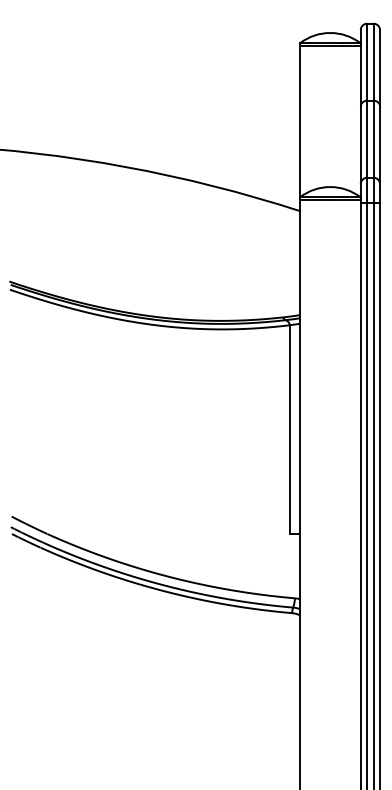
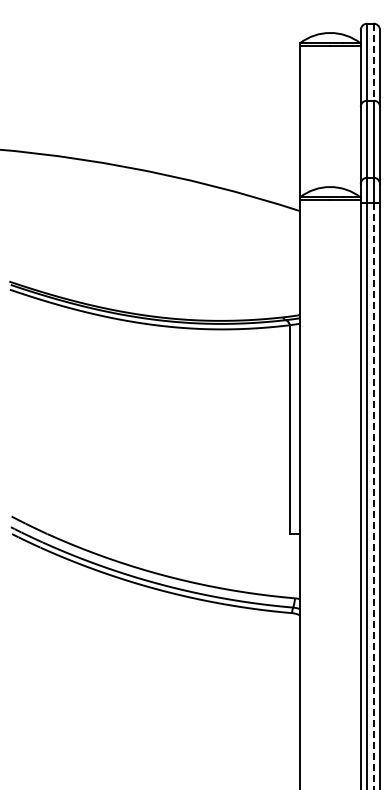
line at (373, 62): solid -> dashed
line at (373, 496): solid -> dashed
